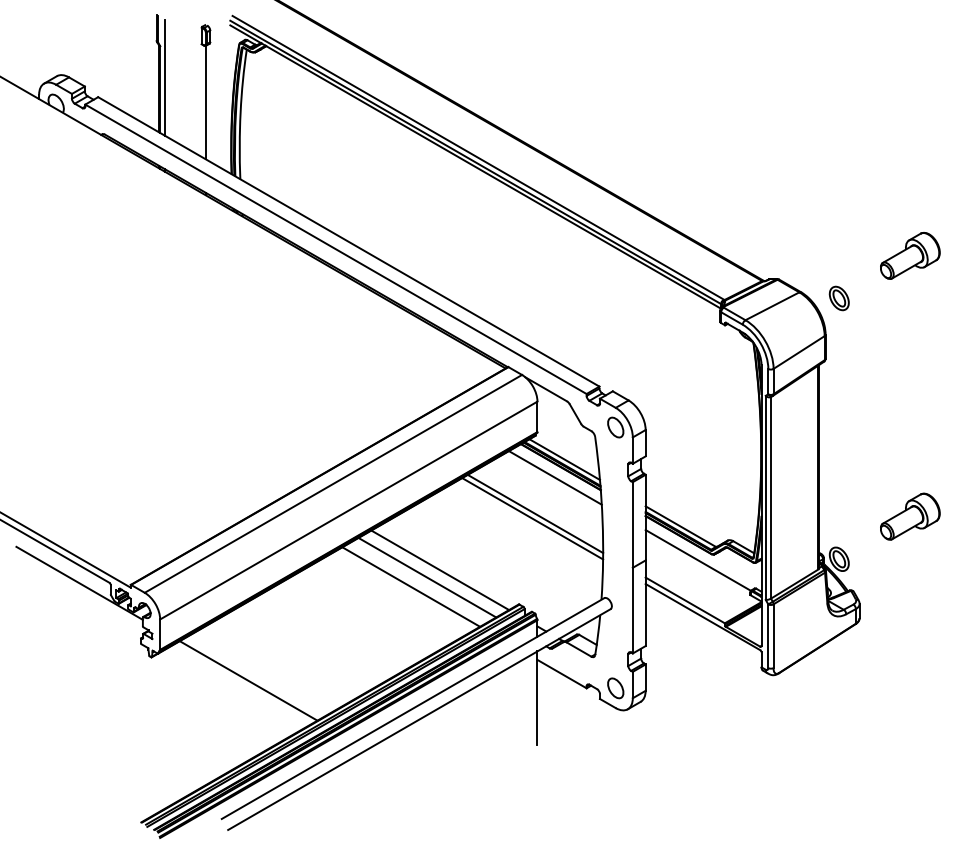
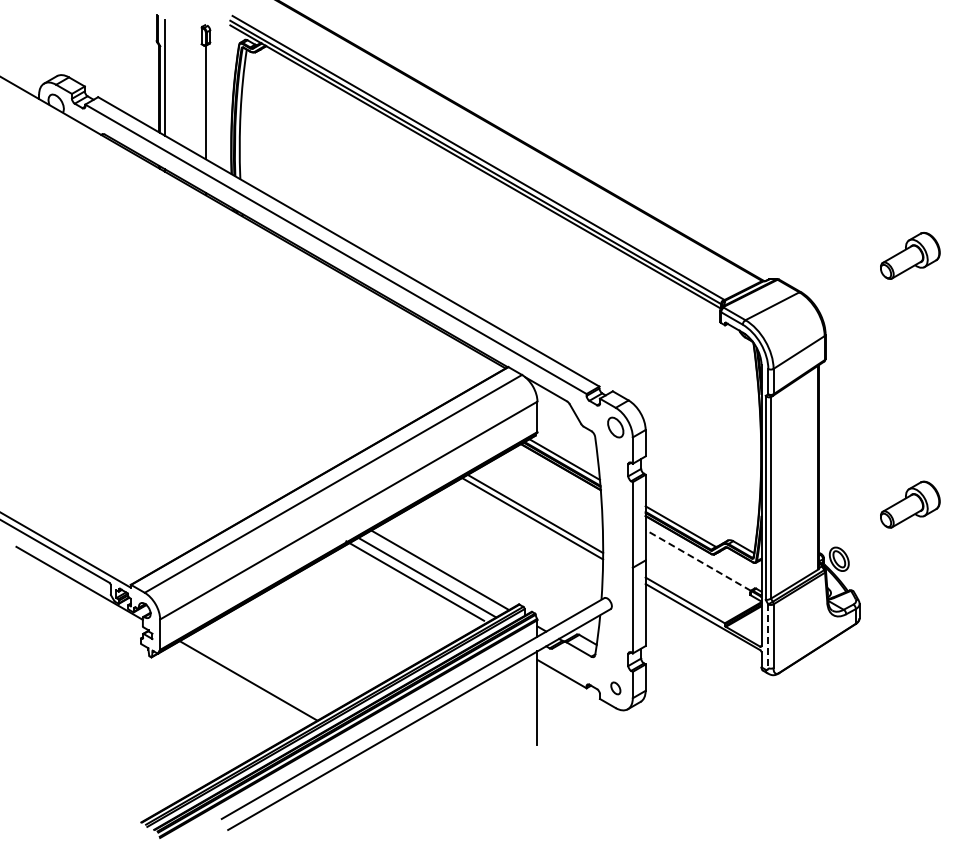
part at (838, 298): present -> none
line at (554, 477): present -> none
part at (910, 516) position: (910, 516) -> (910, 504)
line at (698, 560): solid -> dashed
line at (411, 586) position: (411, 586) -> (415, 580)
line at (768, 636): solid -> dashed
part at (615, 688) size: 18x23 px -> 12x15 px
